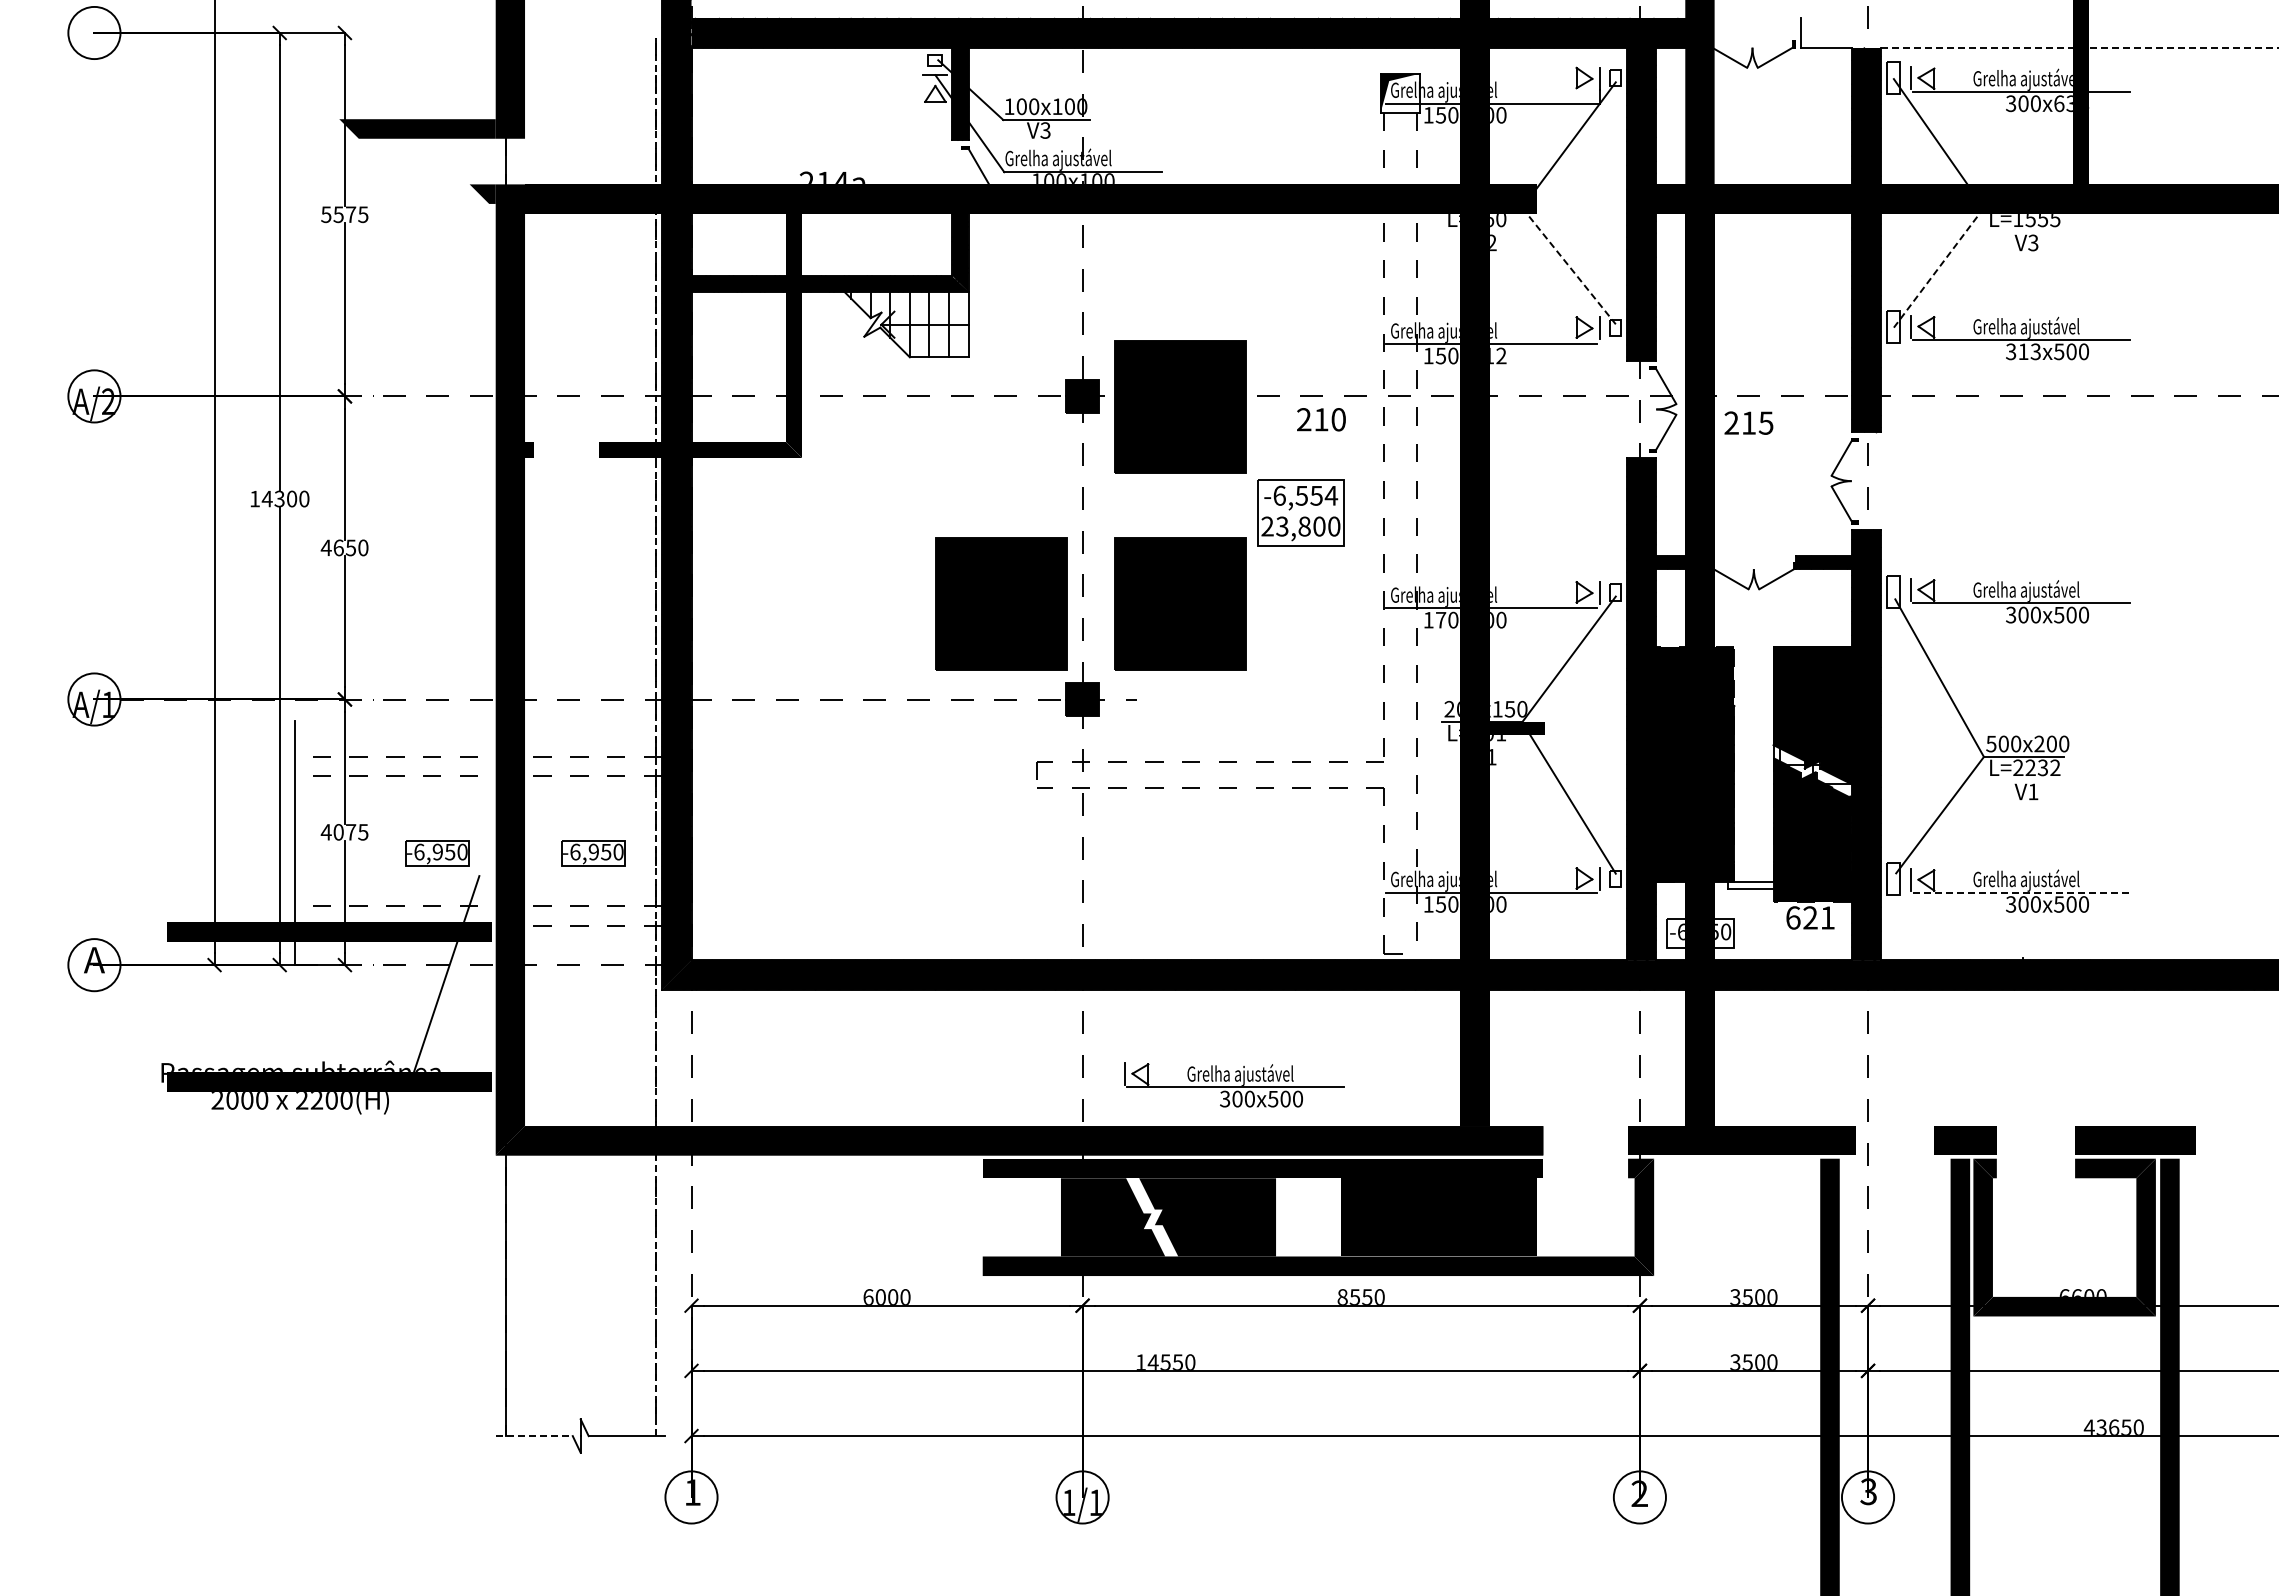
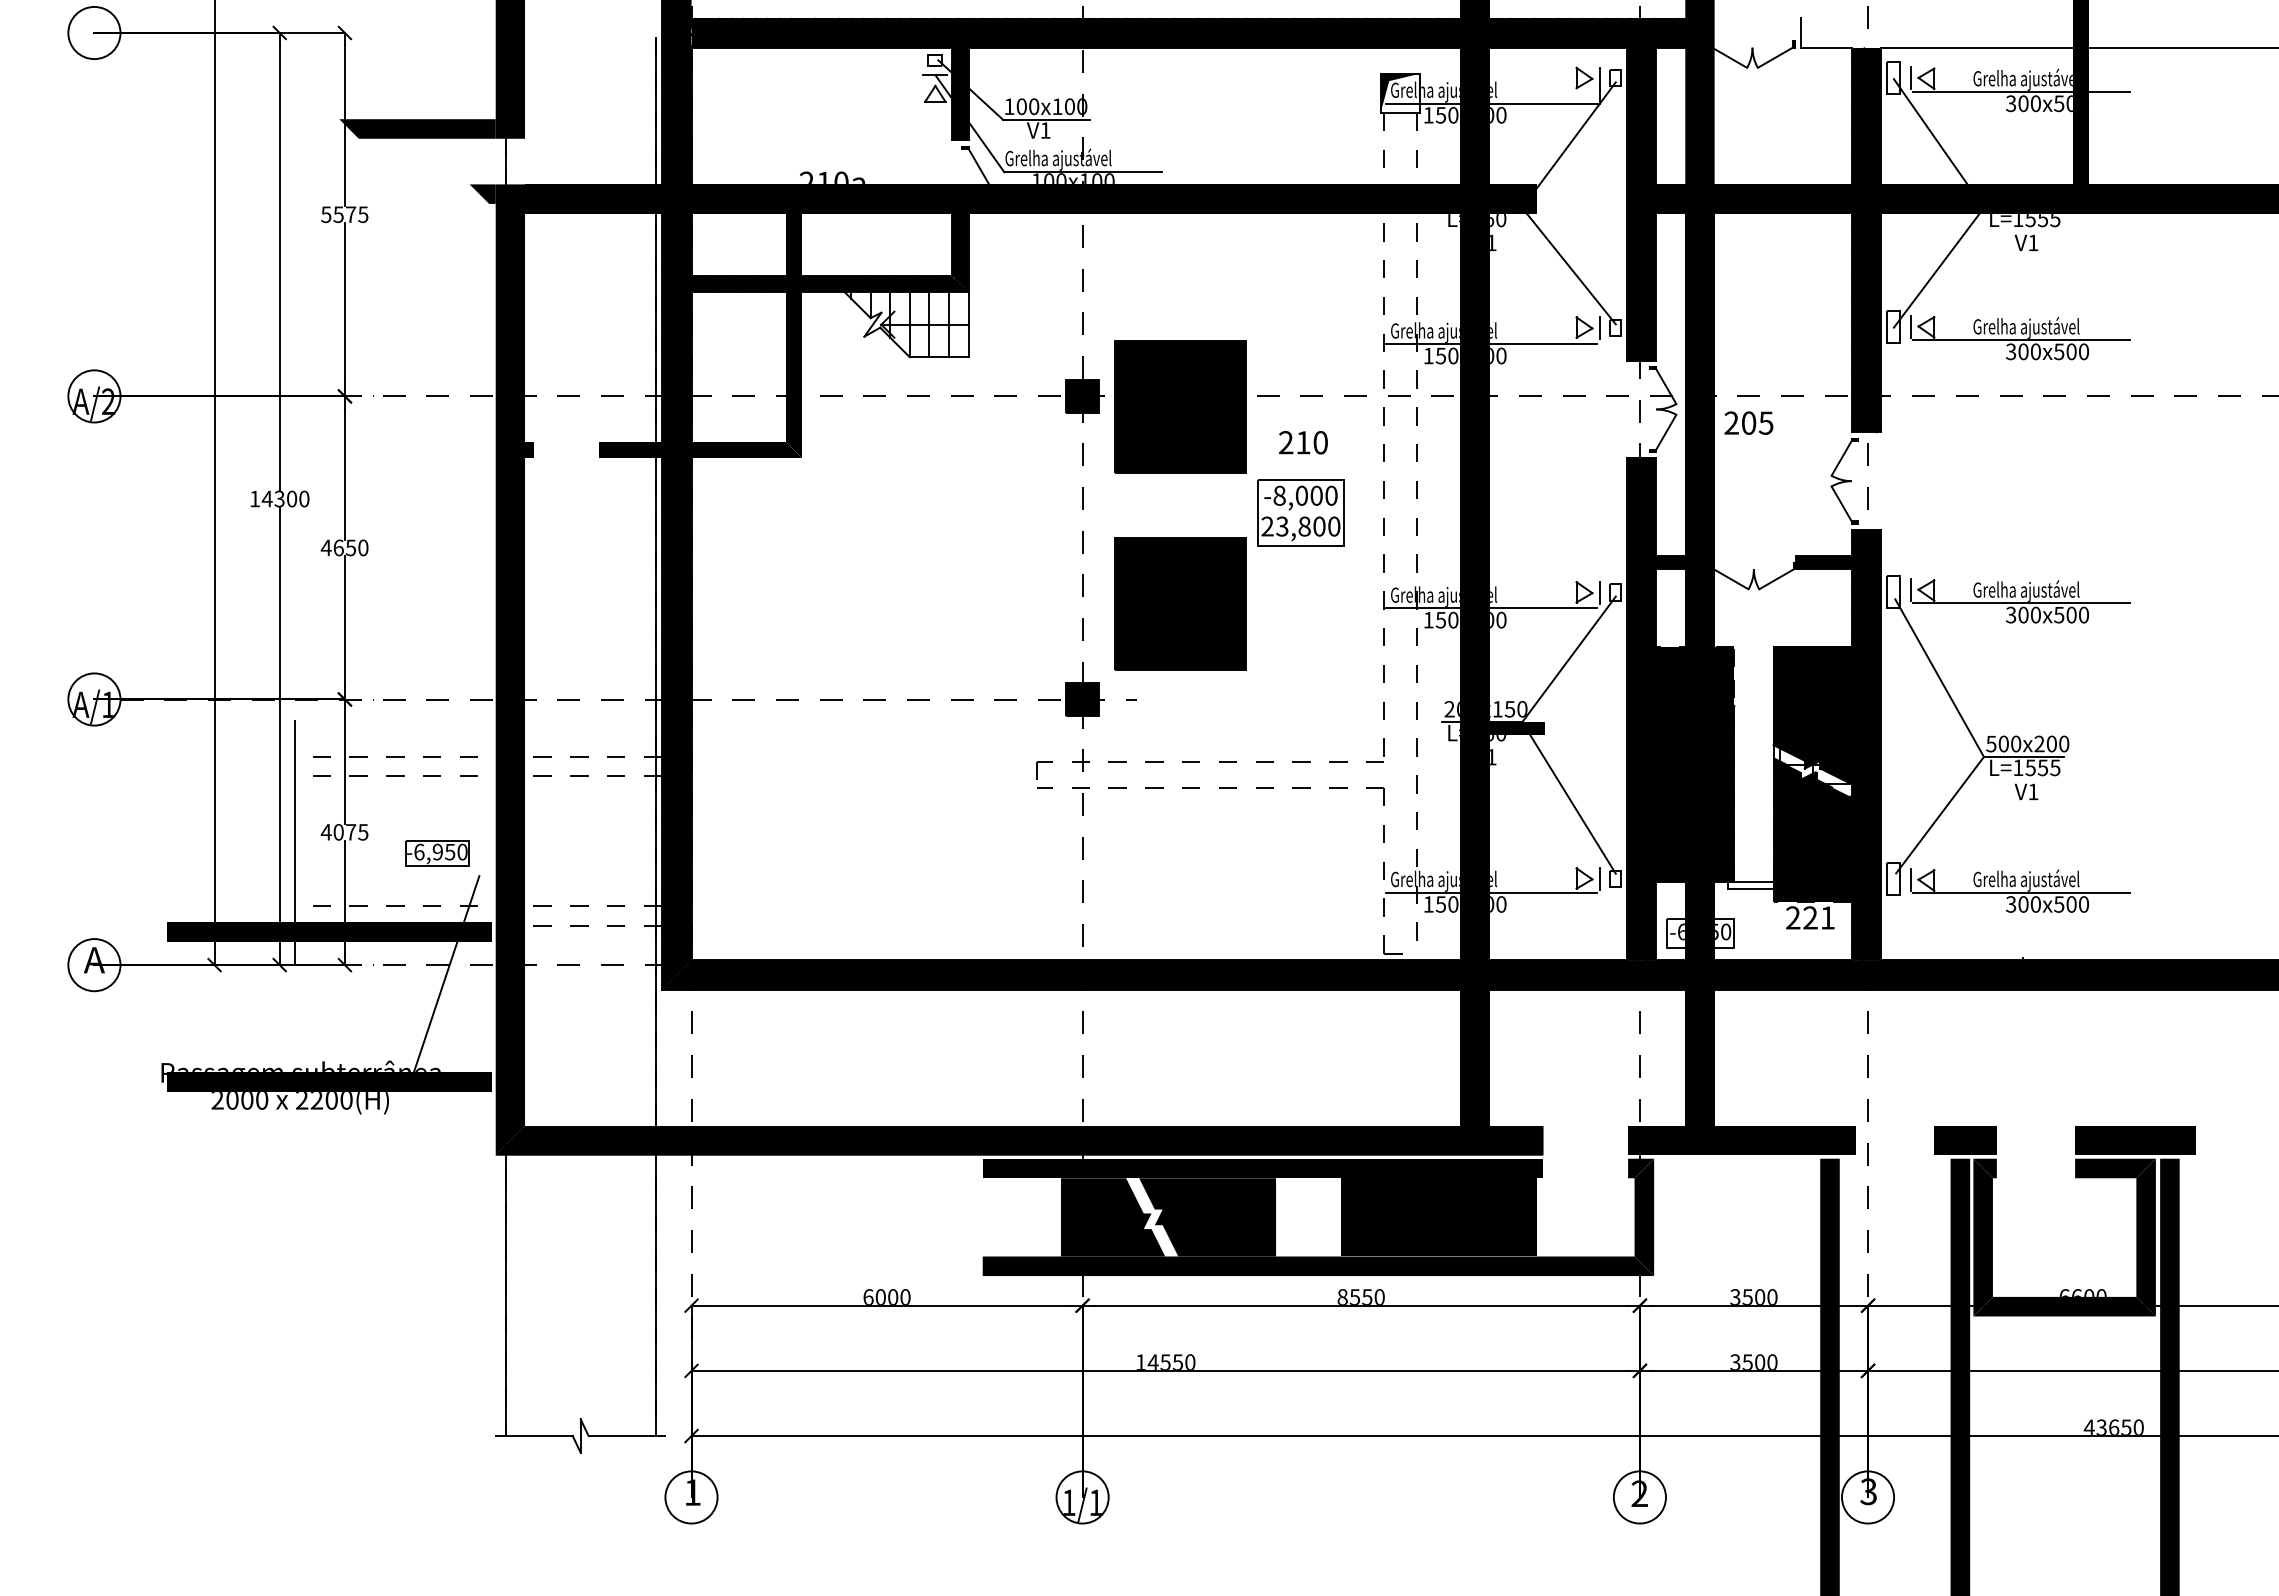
line at (2079, 47): dashed -> solid
text at (2071, 103): 638 -> 500
text at (1045, 130): V3 -> V1
text at (841, 177): 214 -> 210
text at (1493, 242): V2 -> V1
text at (2033, 242): V3 -> V1
line at (1569, 266): dashed -> solid
line at (1938, 267): dashed -> solid
text at (2029, 351): 313 -> 300
text at (1498, 355): 212 -> 300
text at (1321, 419) position: (1321, 419) -> (1303, 442)
text at (1749, 422): 215 -> 205
text at (1305, 495): -6,554 -> -8,000
part at (1001, 603): present -> none
text at (1440, 620): 170 -> 150
line at (655, 736): dashed -> solid
text at (1498, 738): L=401 -> L=360
text at (2036, 767): L=2232 -> L=1555
part at (593, 853): present -> none
line at (2021, 892): dashed -> solid
text at (1793, 917): 621 -> 221
part at (1234, 1084): present -> none
line at (534, 1436): dashed -> solid
